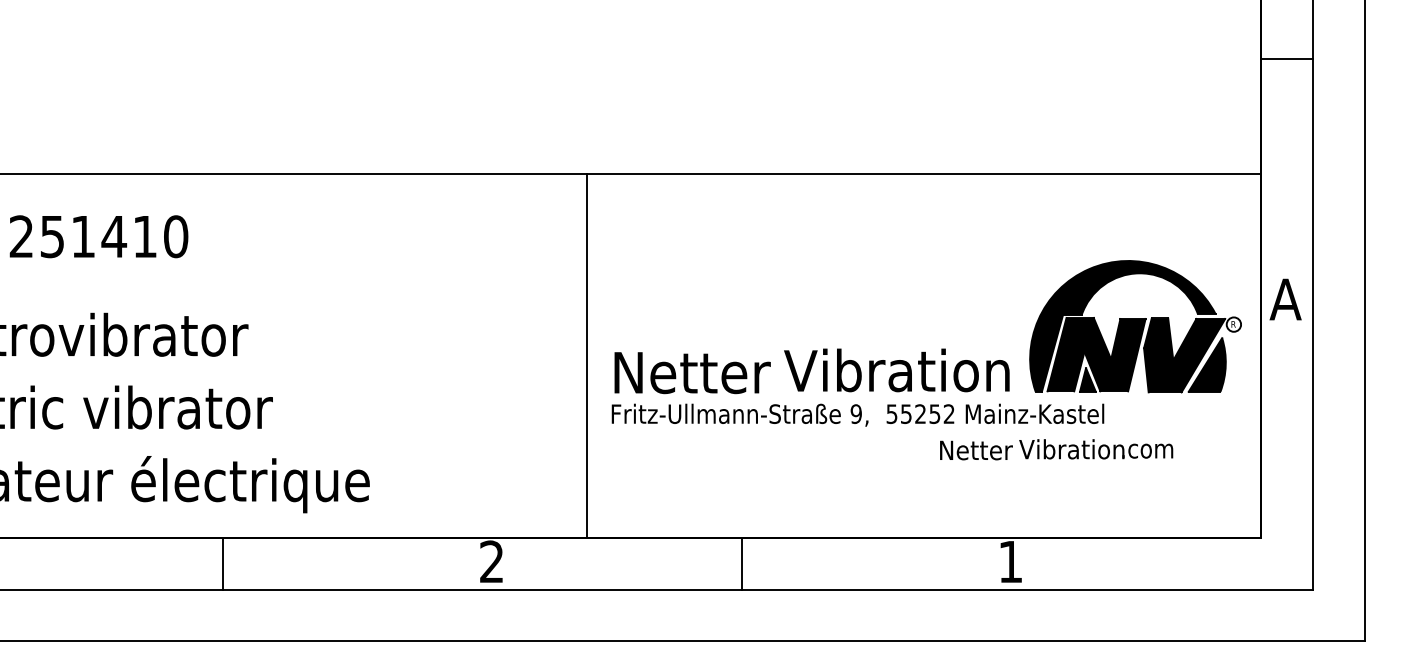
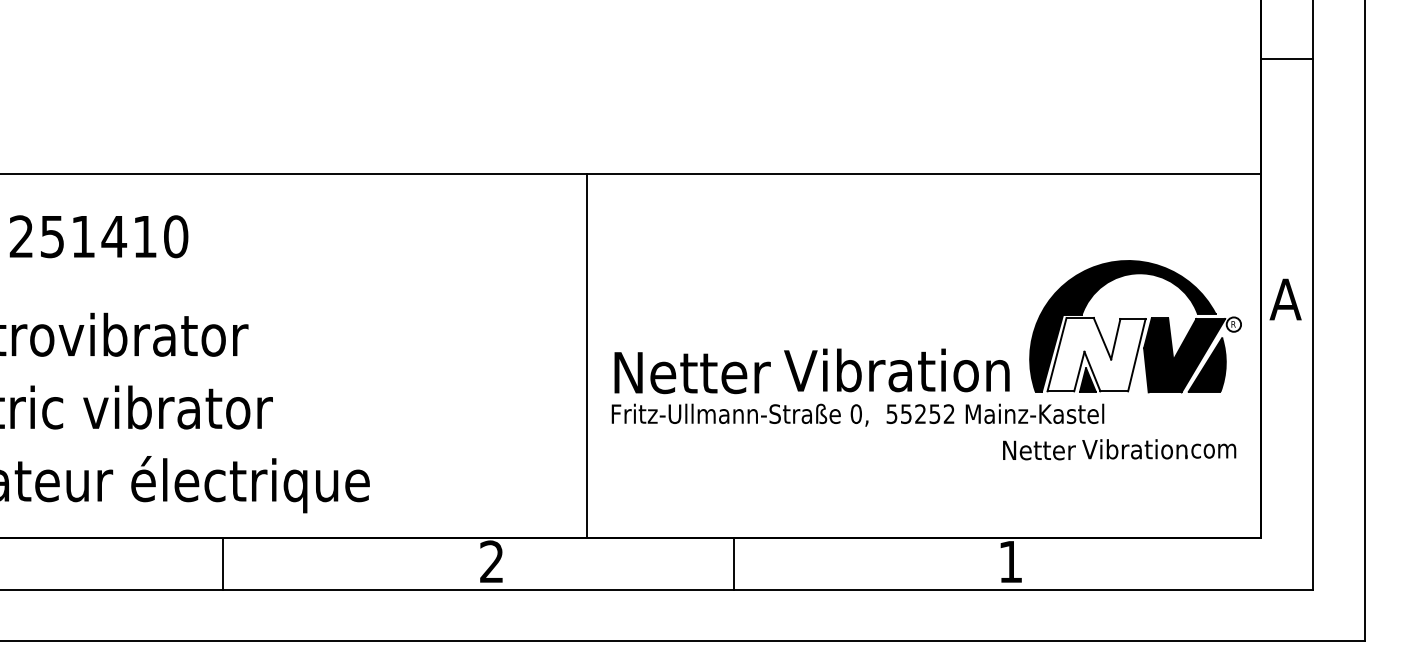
fill at (1096, 354): present -> none
text at (855, 413): 9, -> 0,
text at (1056, 449) position: (1056, 449) -> (1119, 449)
line at (742, 563) position: (742, 563) -> (734, 563)
